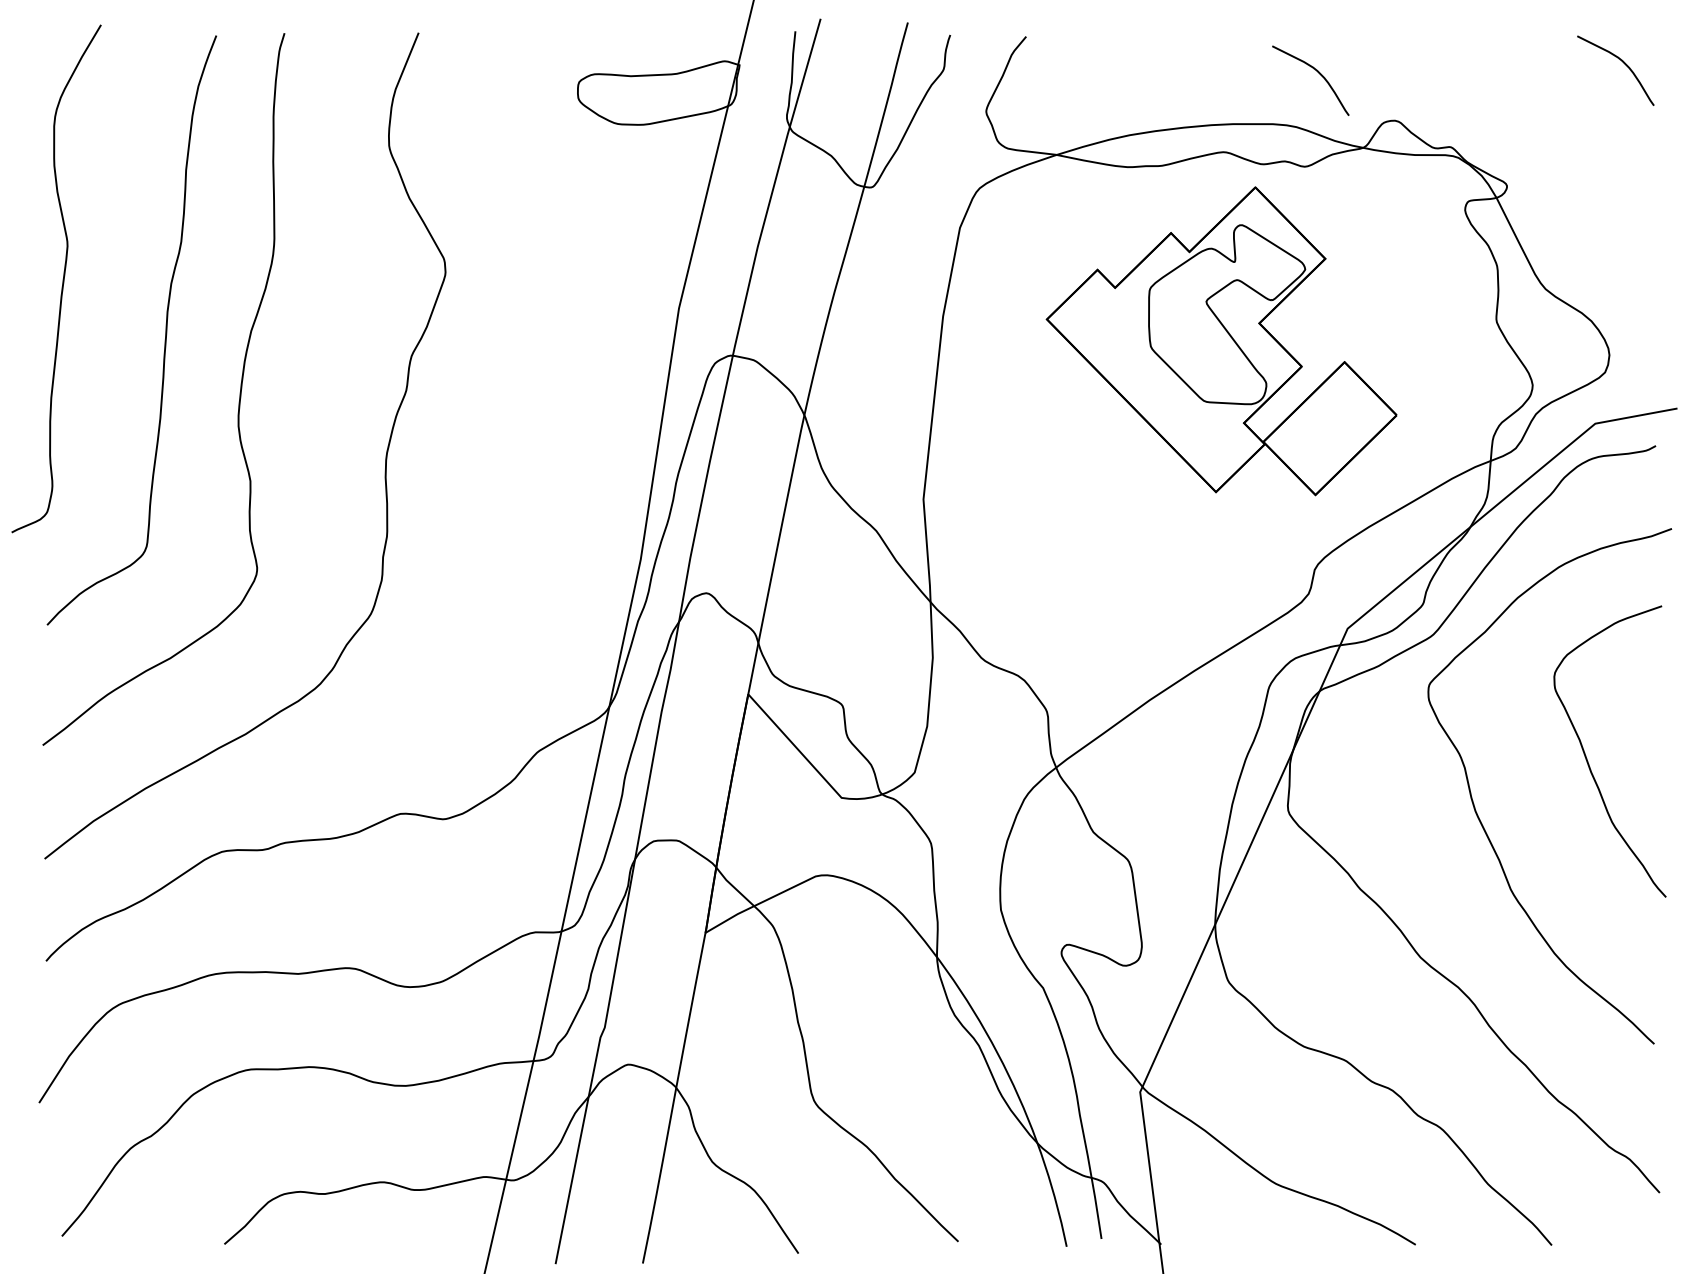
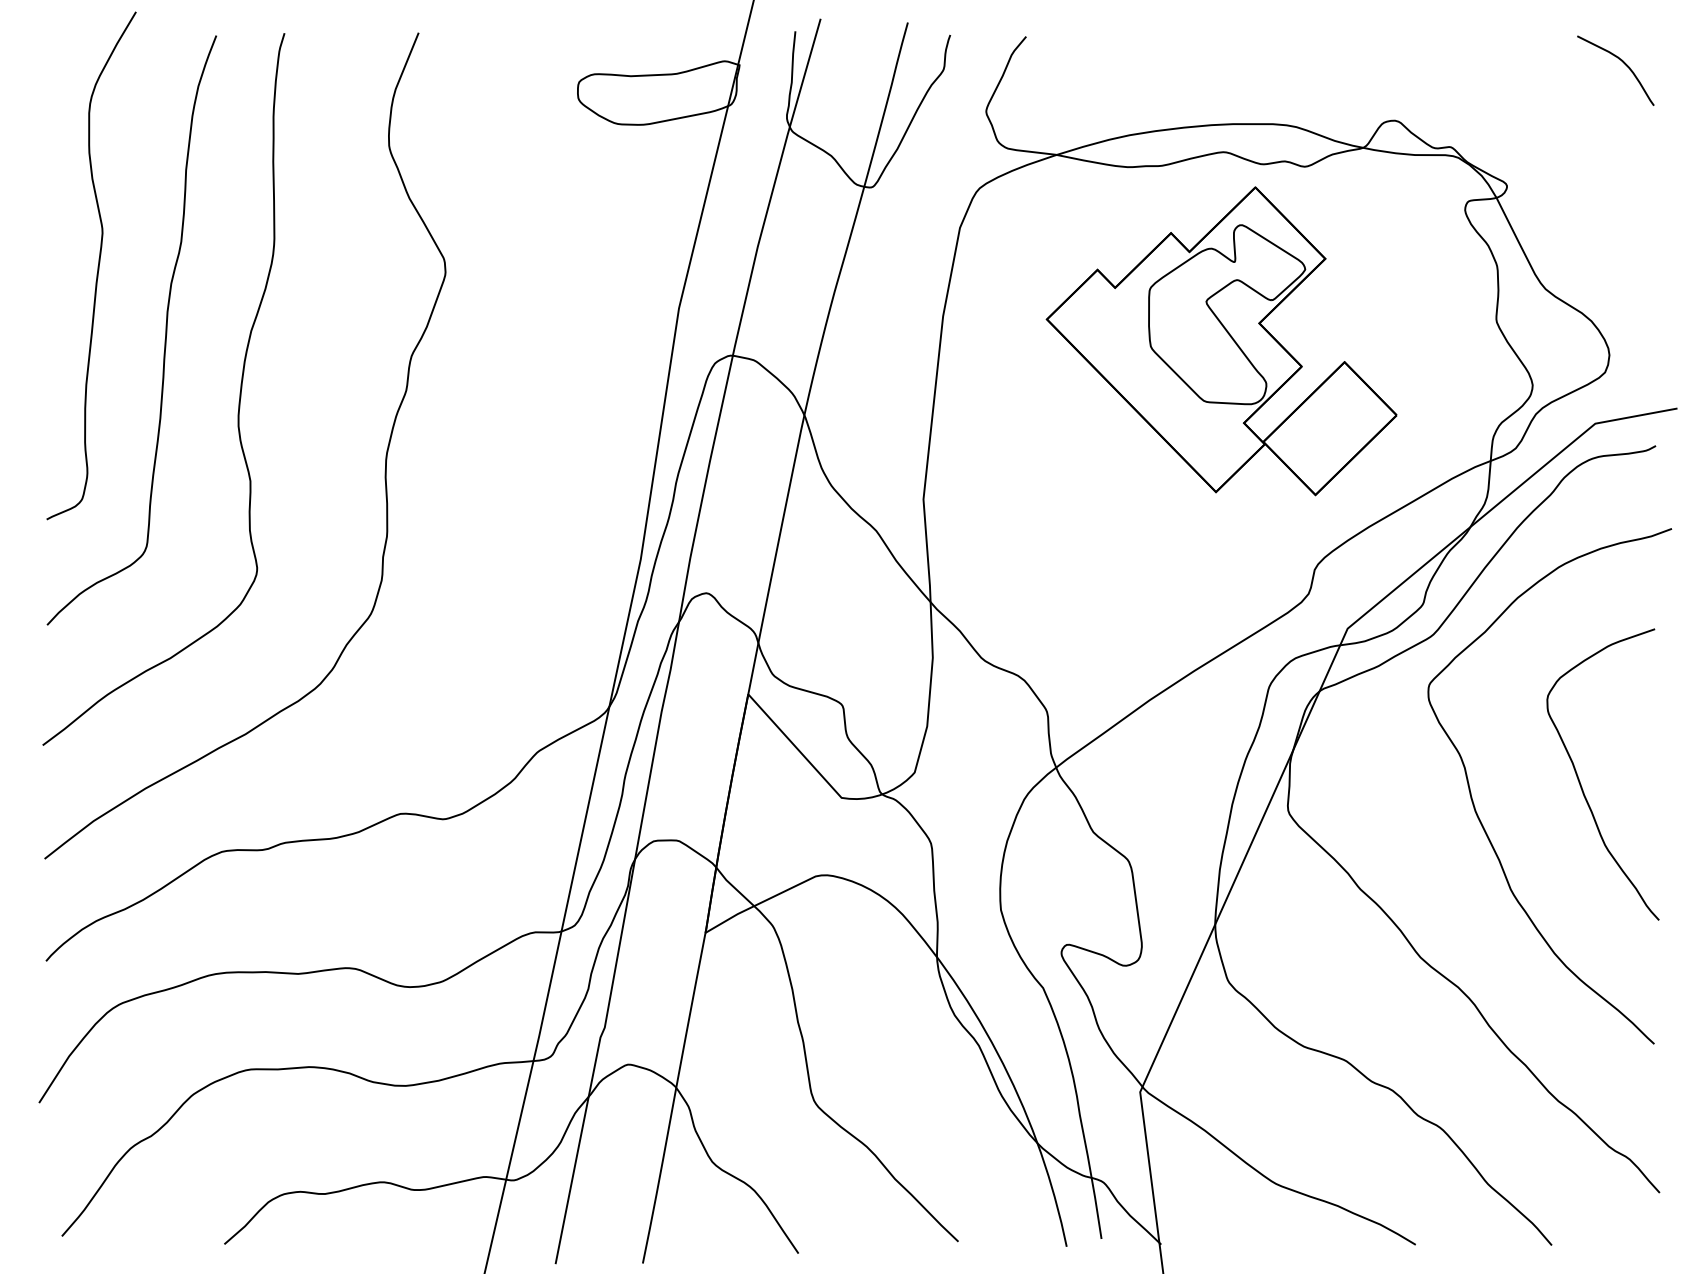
curve at (1317, 72): present -> none
curve at (62, 279) position: (62, 279) -> (97, 266)
curve at (1587, 758) position: (1587, 758) -> (1580, 781)
